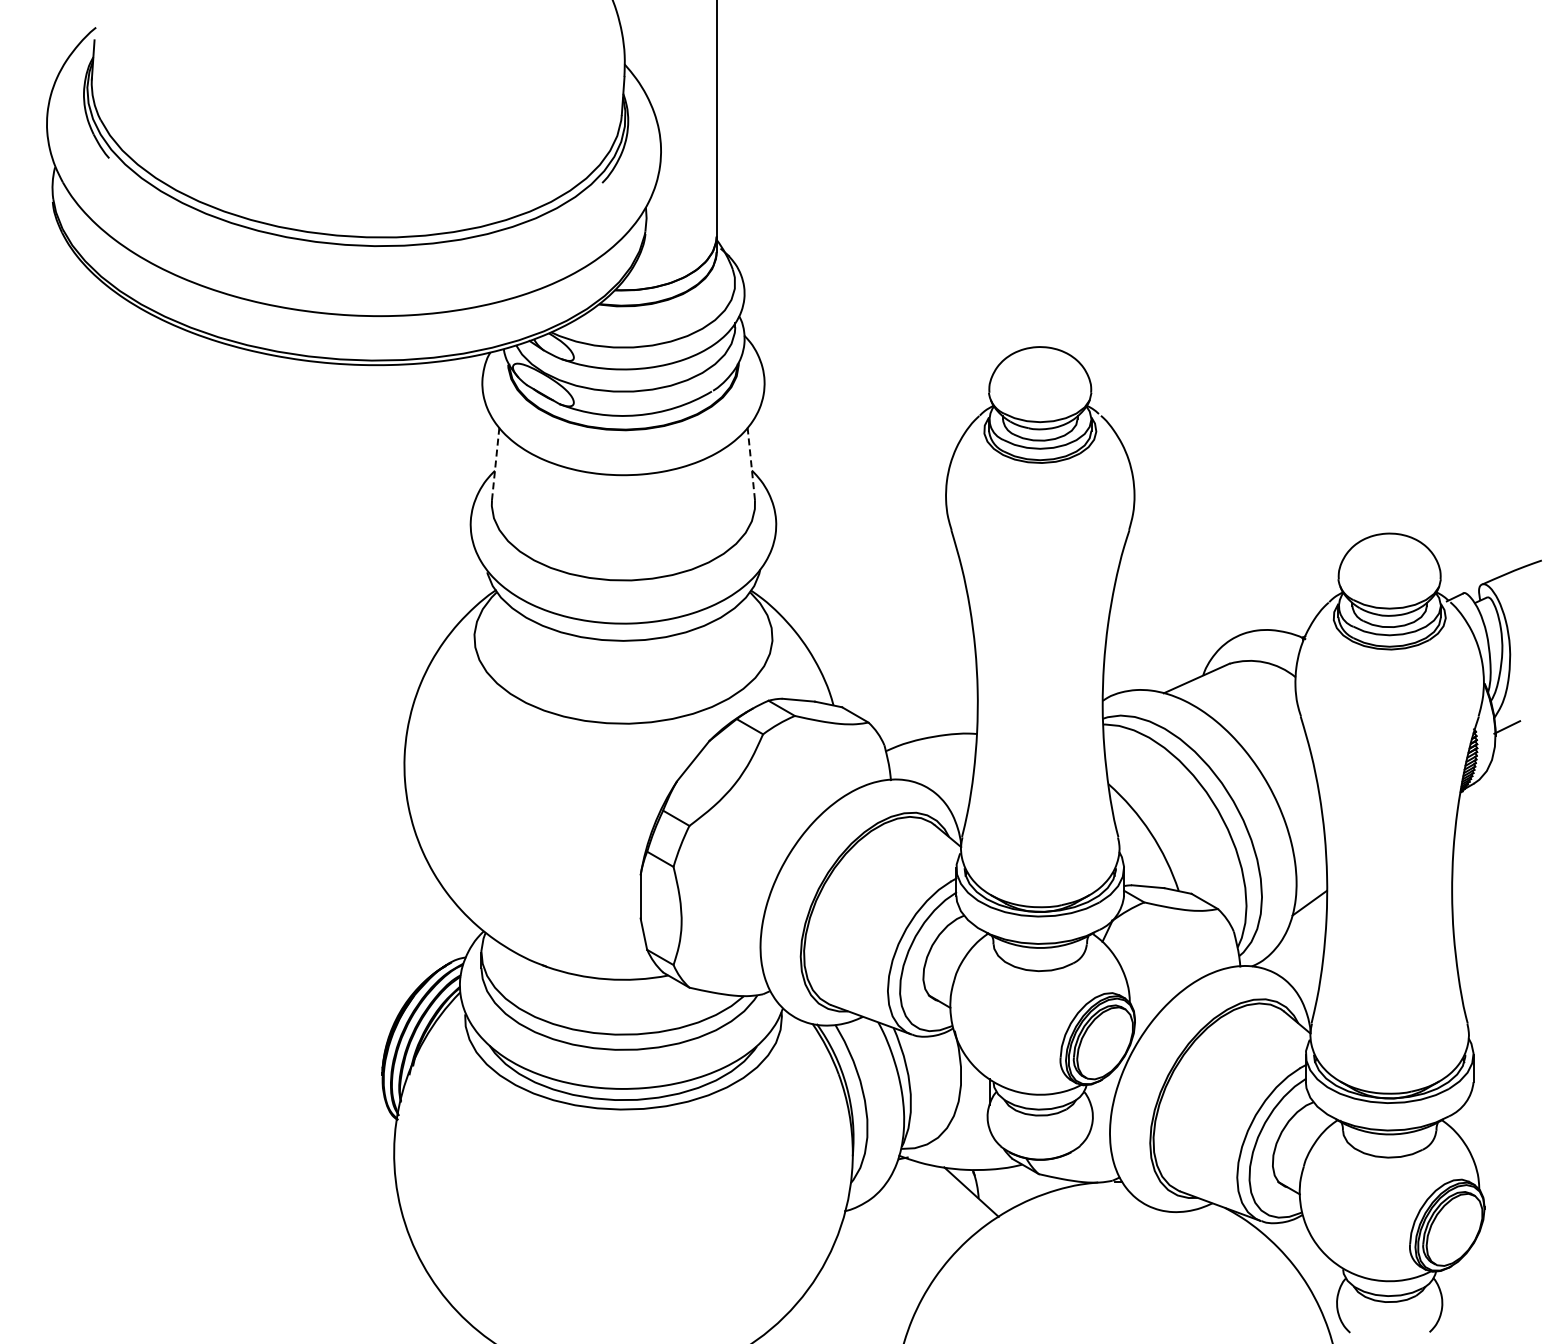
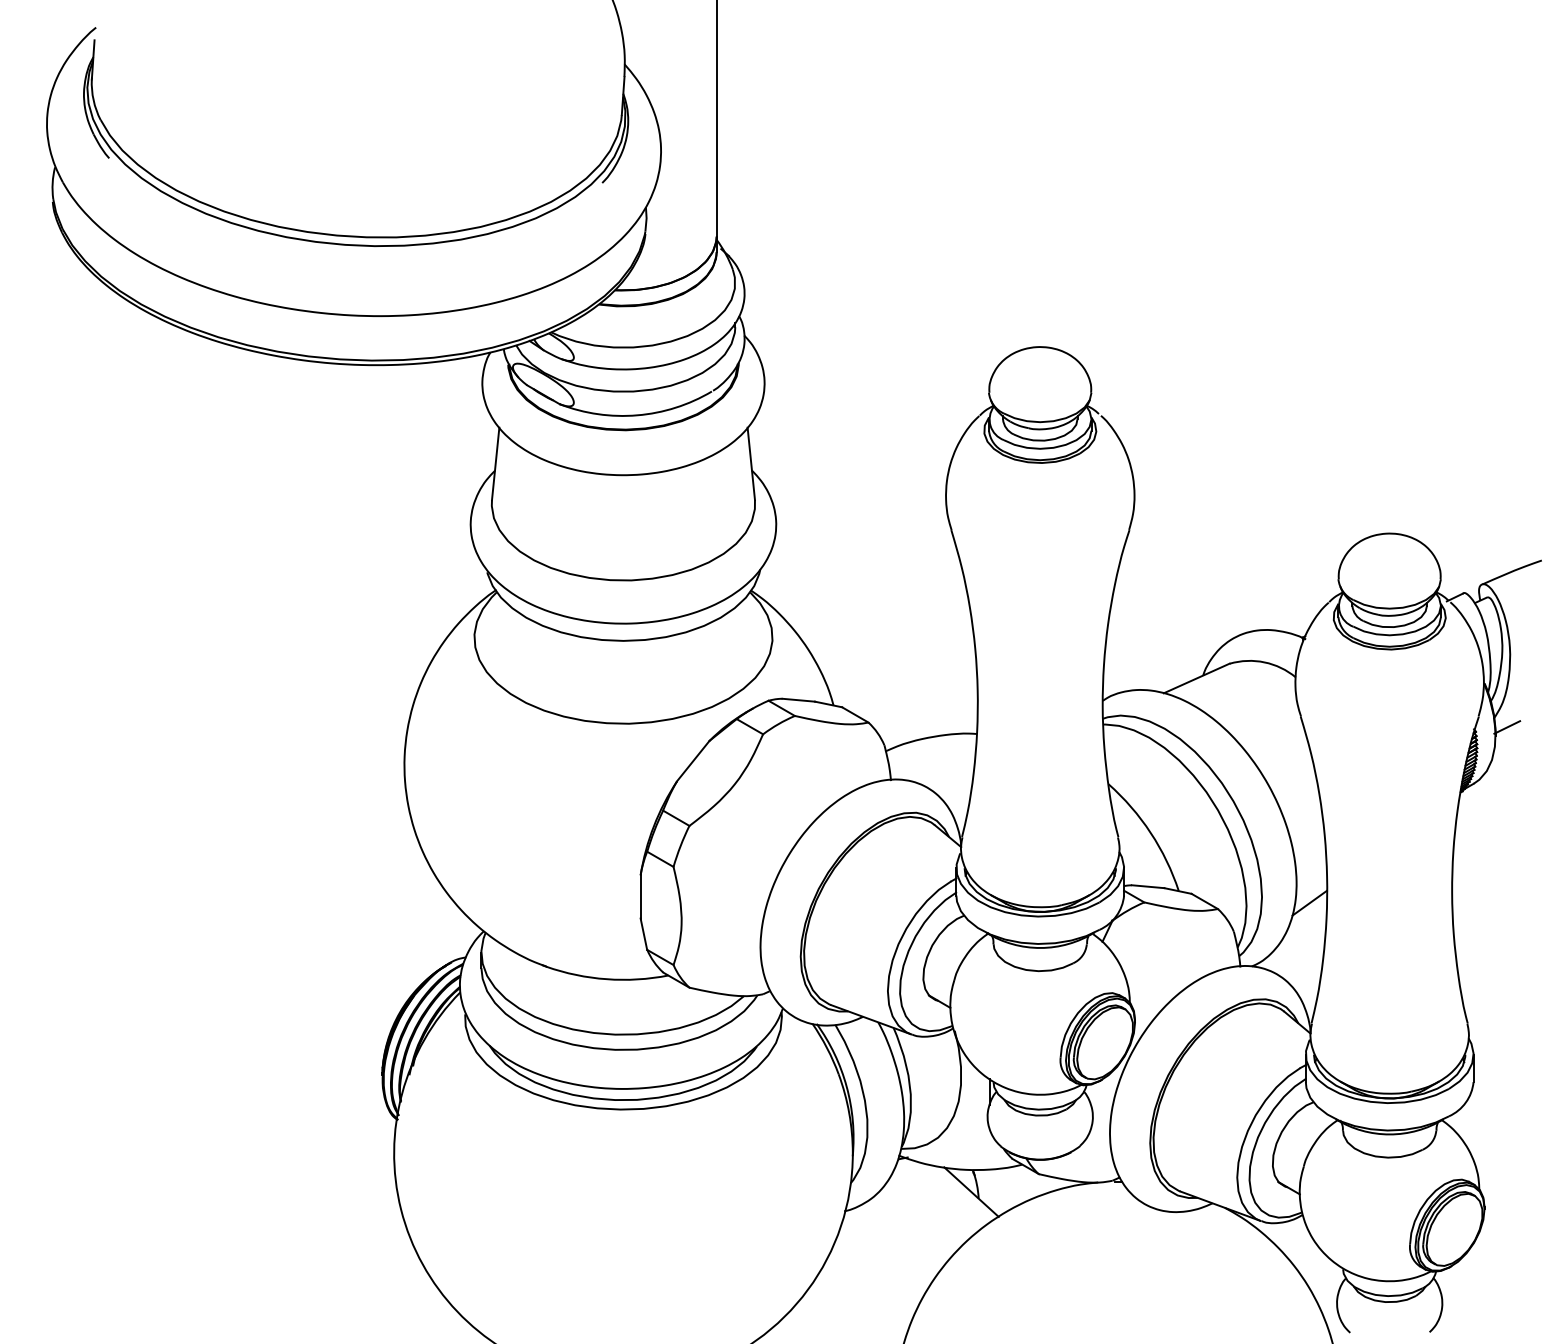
line at (751, 463): dashed -> solid
line at (495, 464): dashed -> solid
